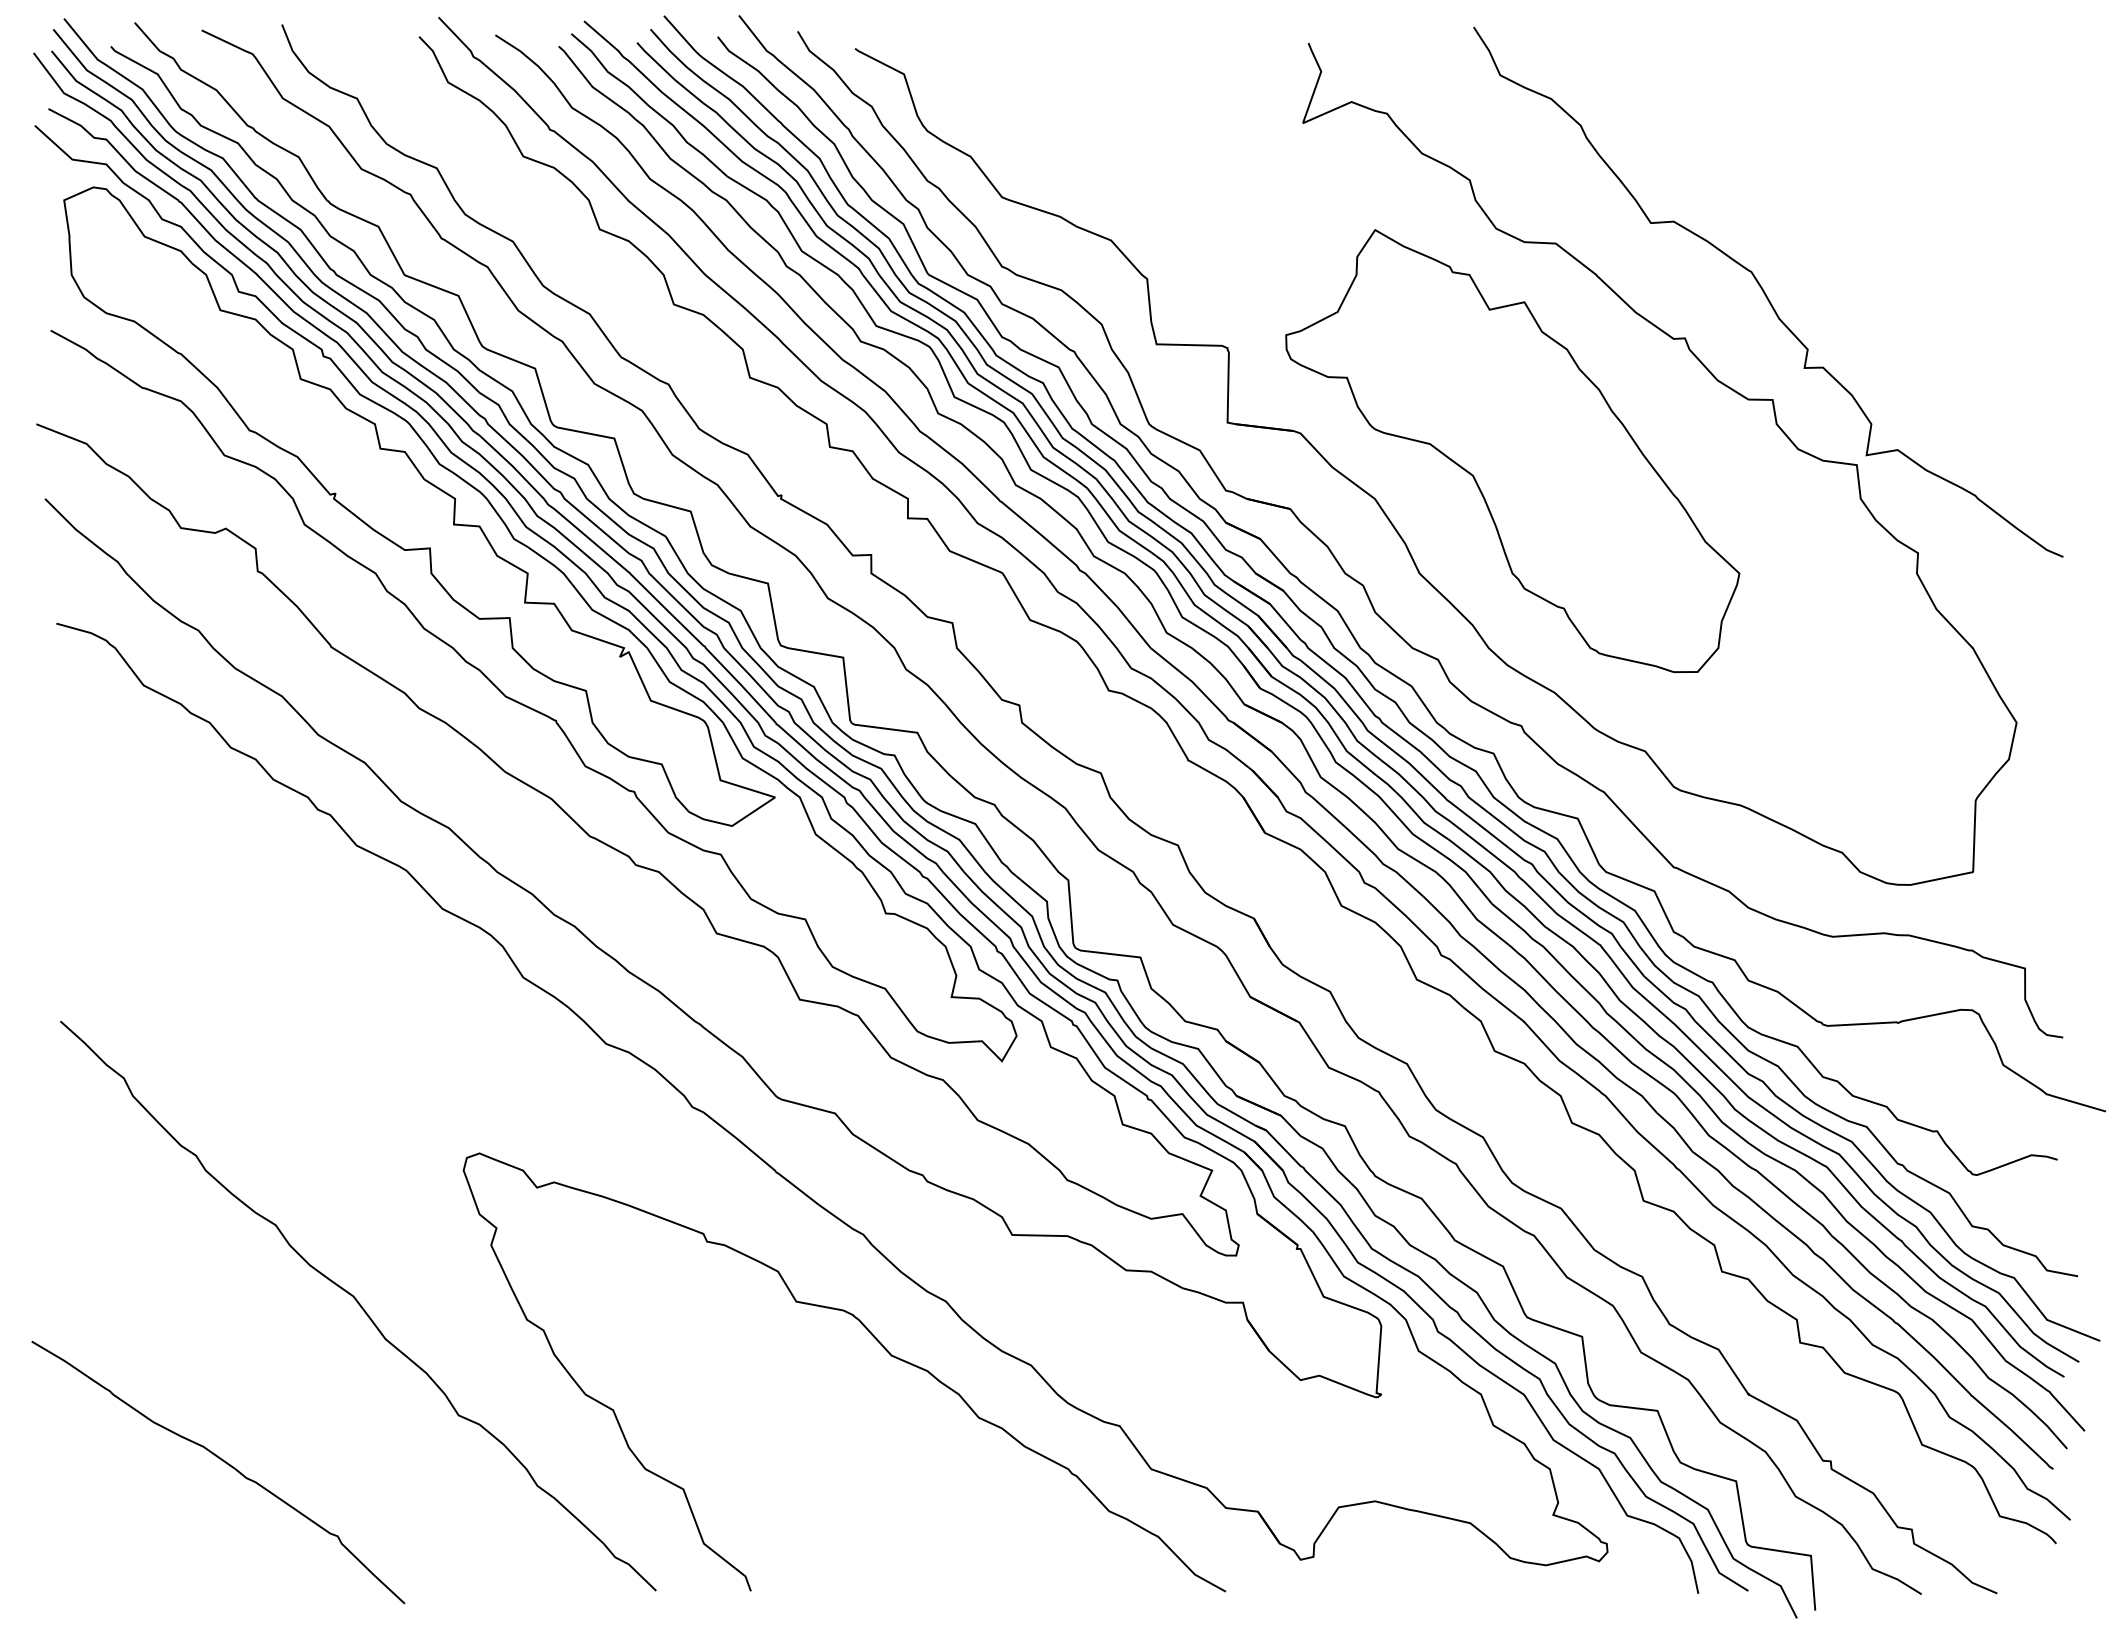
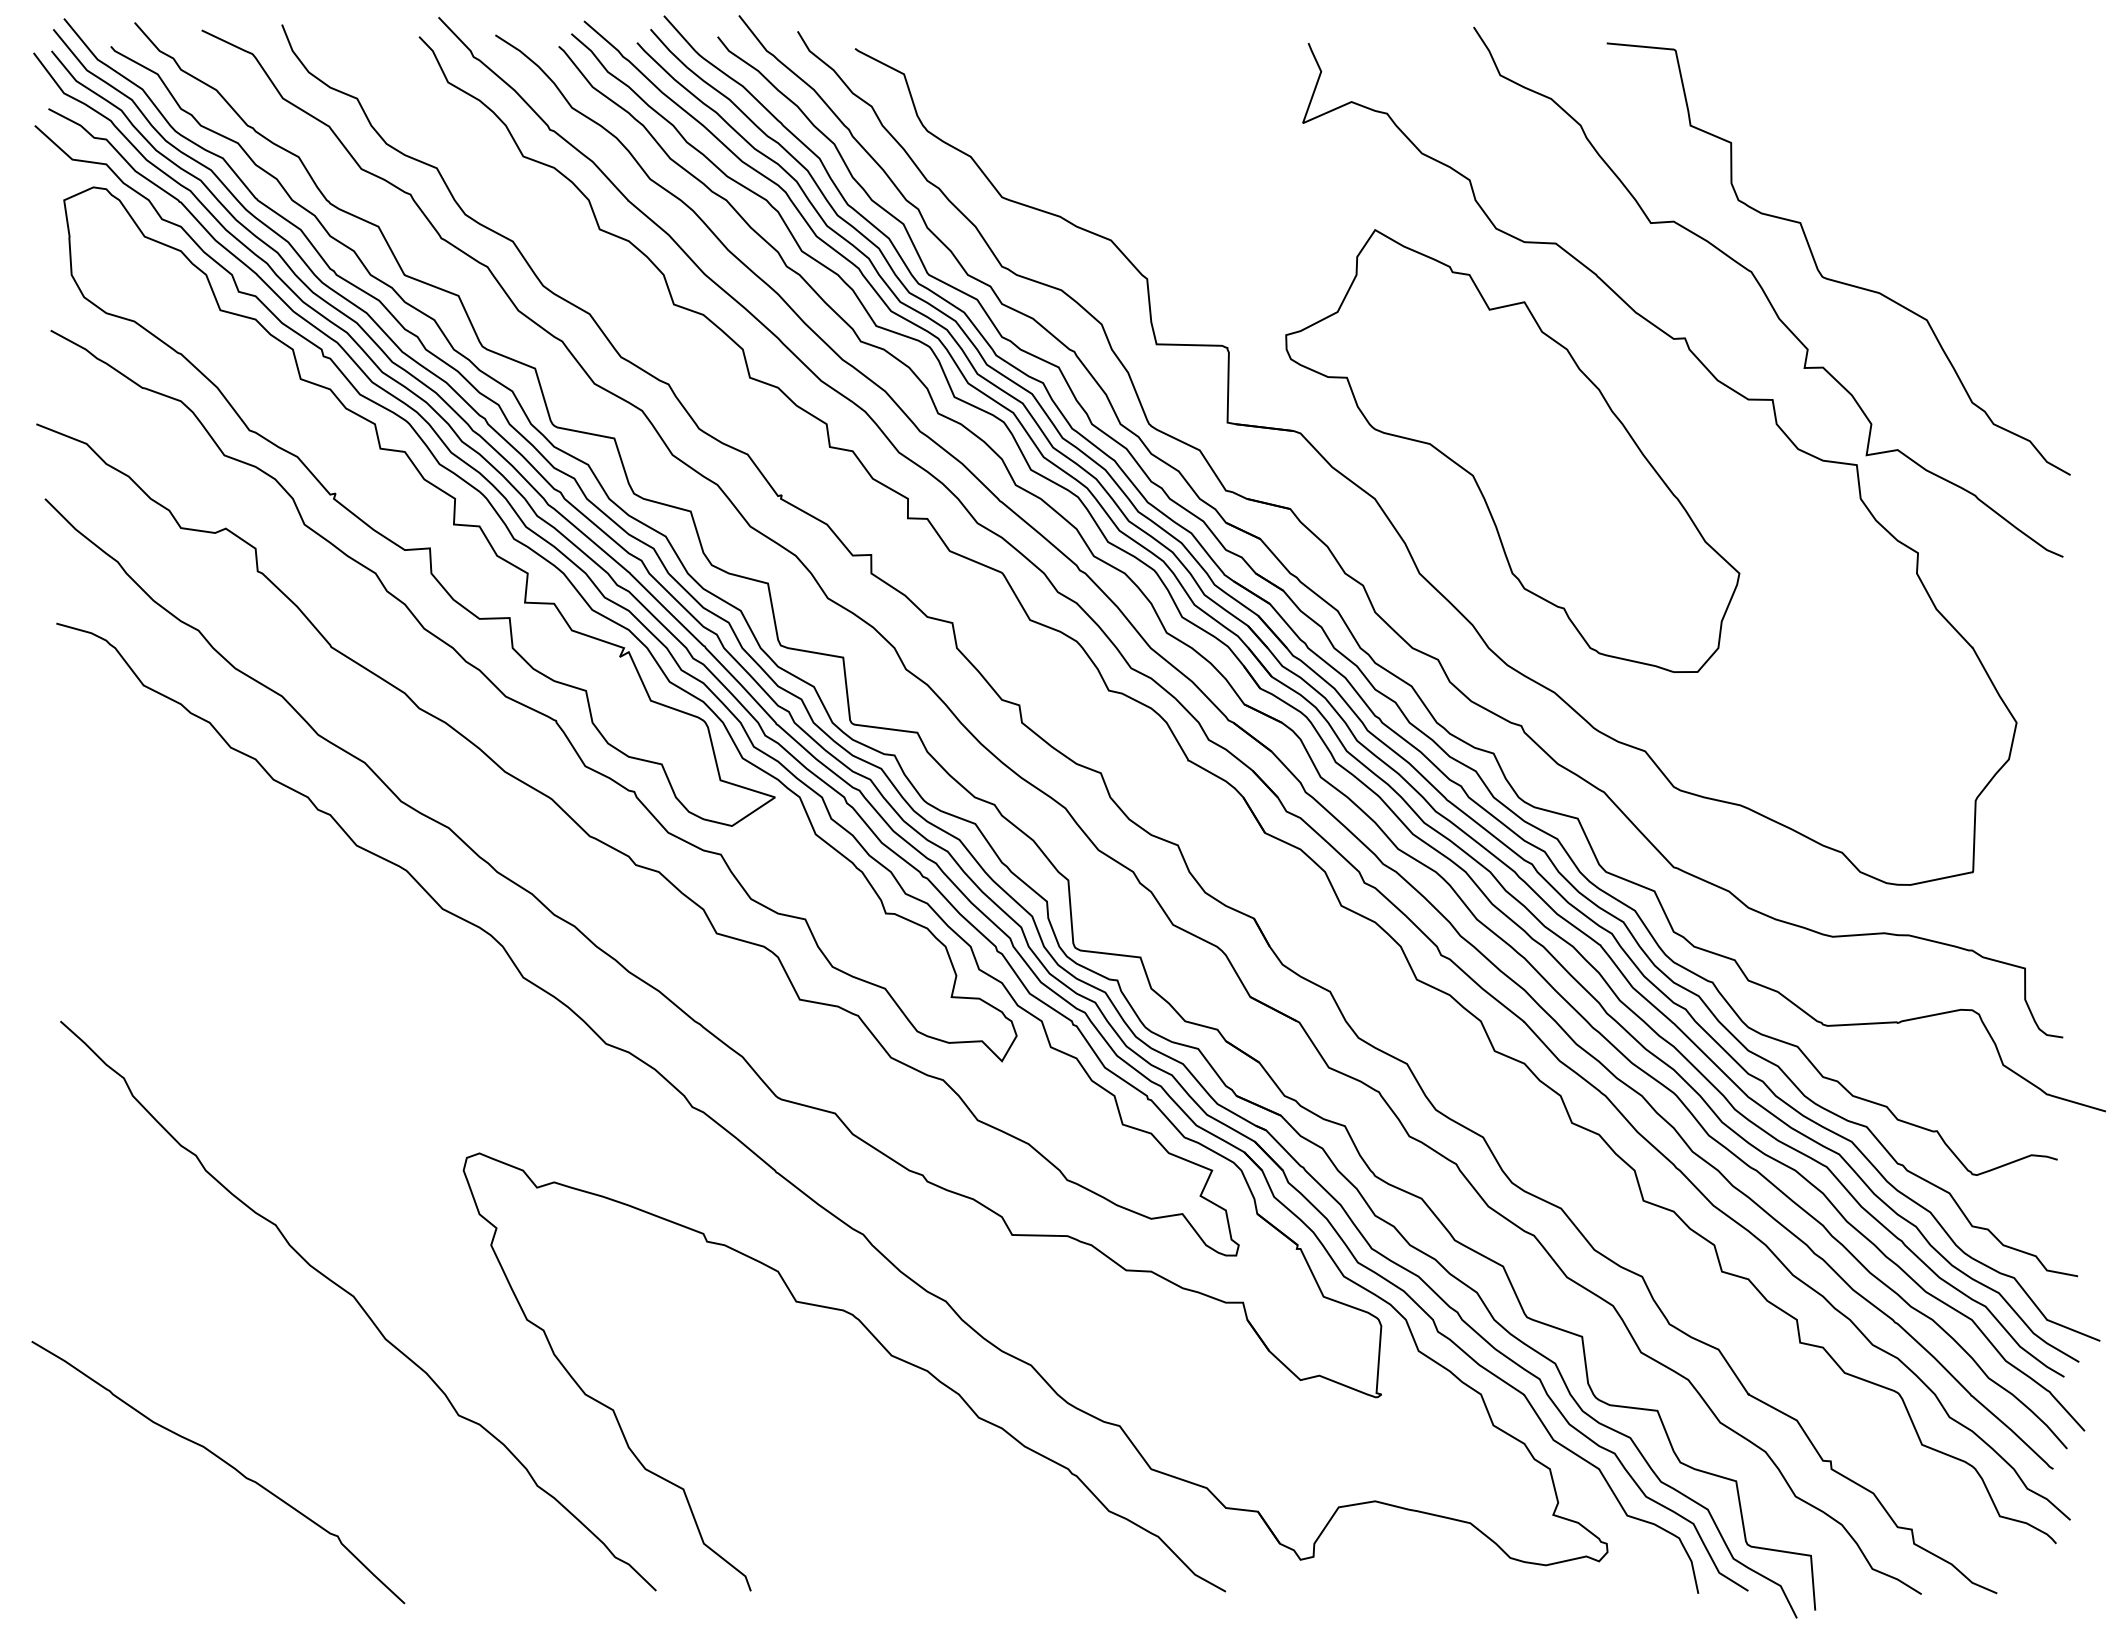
curve at (1830, 278): none -> present
